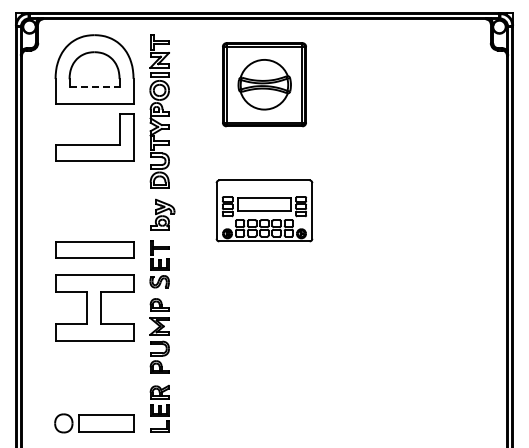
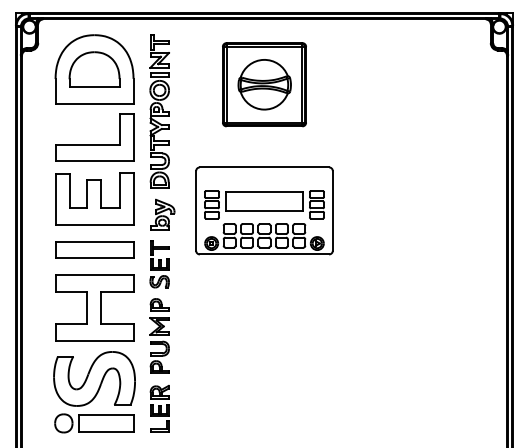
line at (95, 87): dashed -> solid
part at (94, 198): none -> present
part at (264, 210) size: 99x64 px -> 139x90 px
part at (94, 378): none -> present
